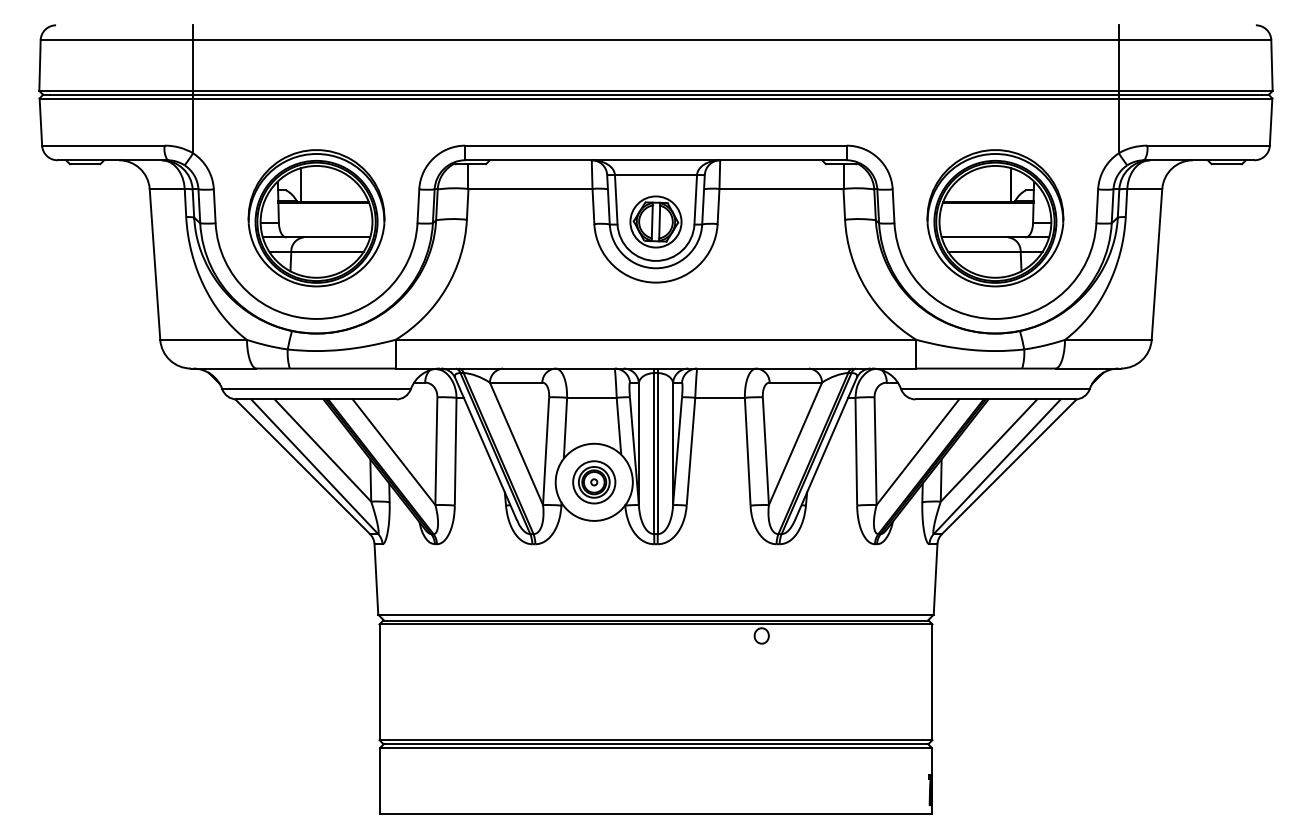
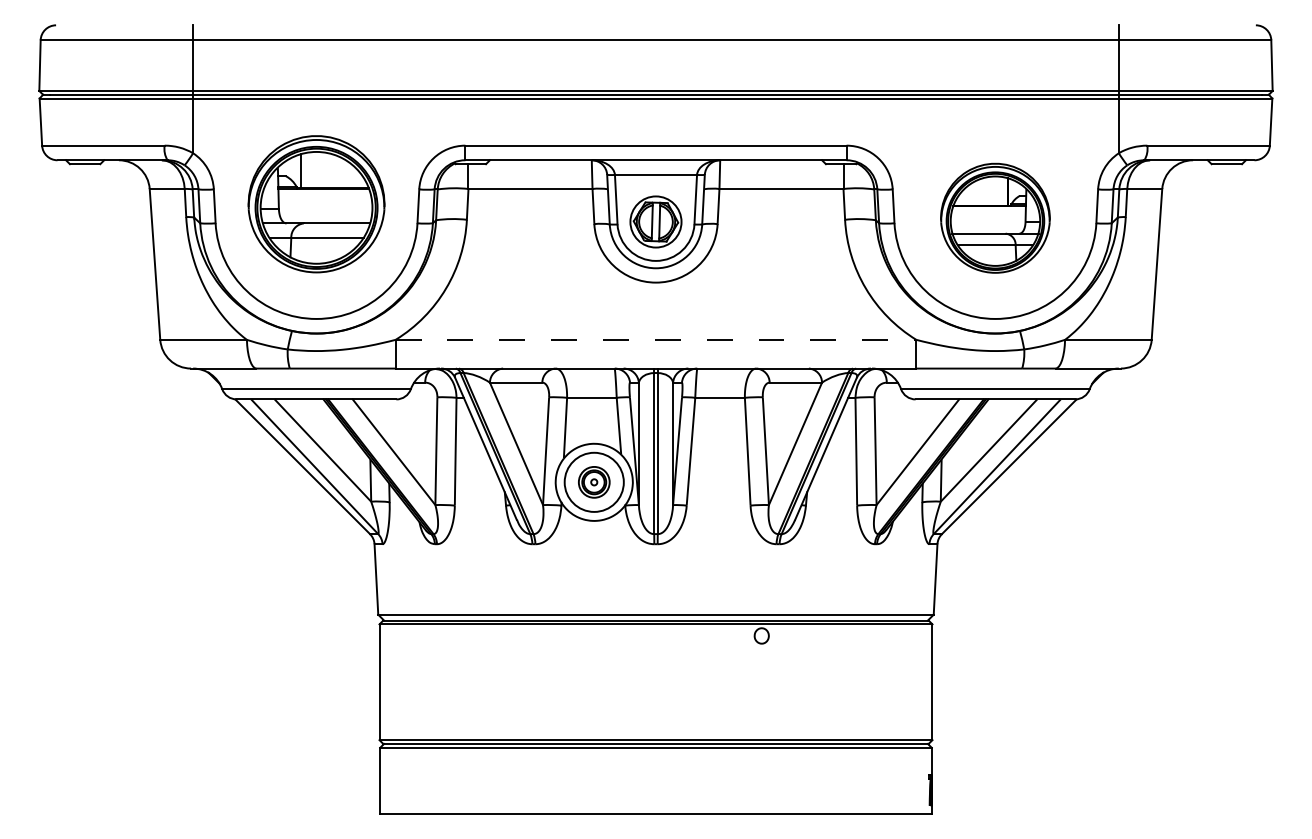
part at (316, 218) position: (316, 218) -> (316, 204)
part at (995, 218) size: 139x139 px -> 111x112 px
line at (656, 339): solid -> dashed
circle at (594, 482) diameter: 42 px -> 59 px
